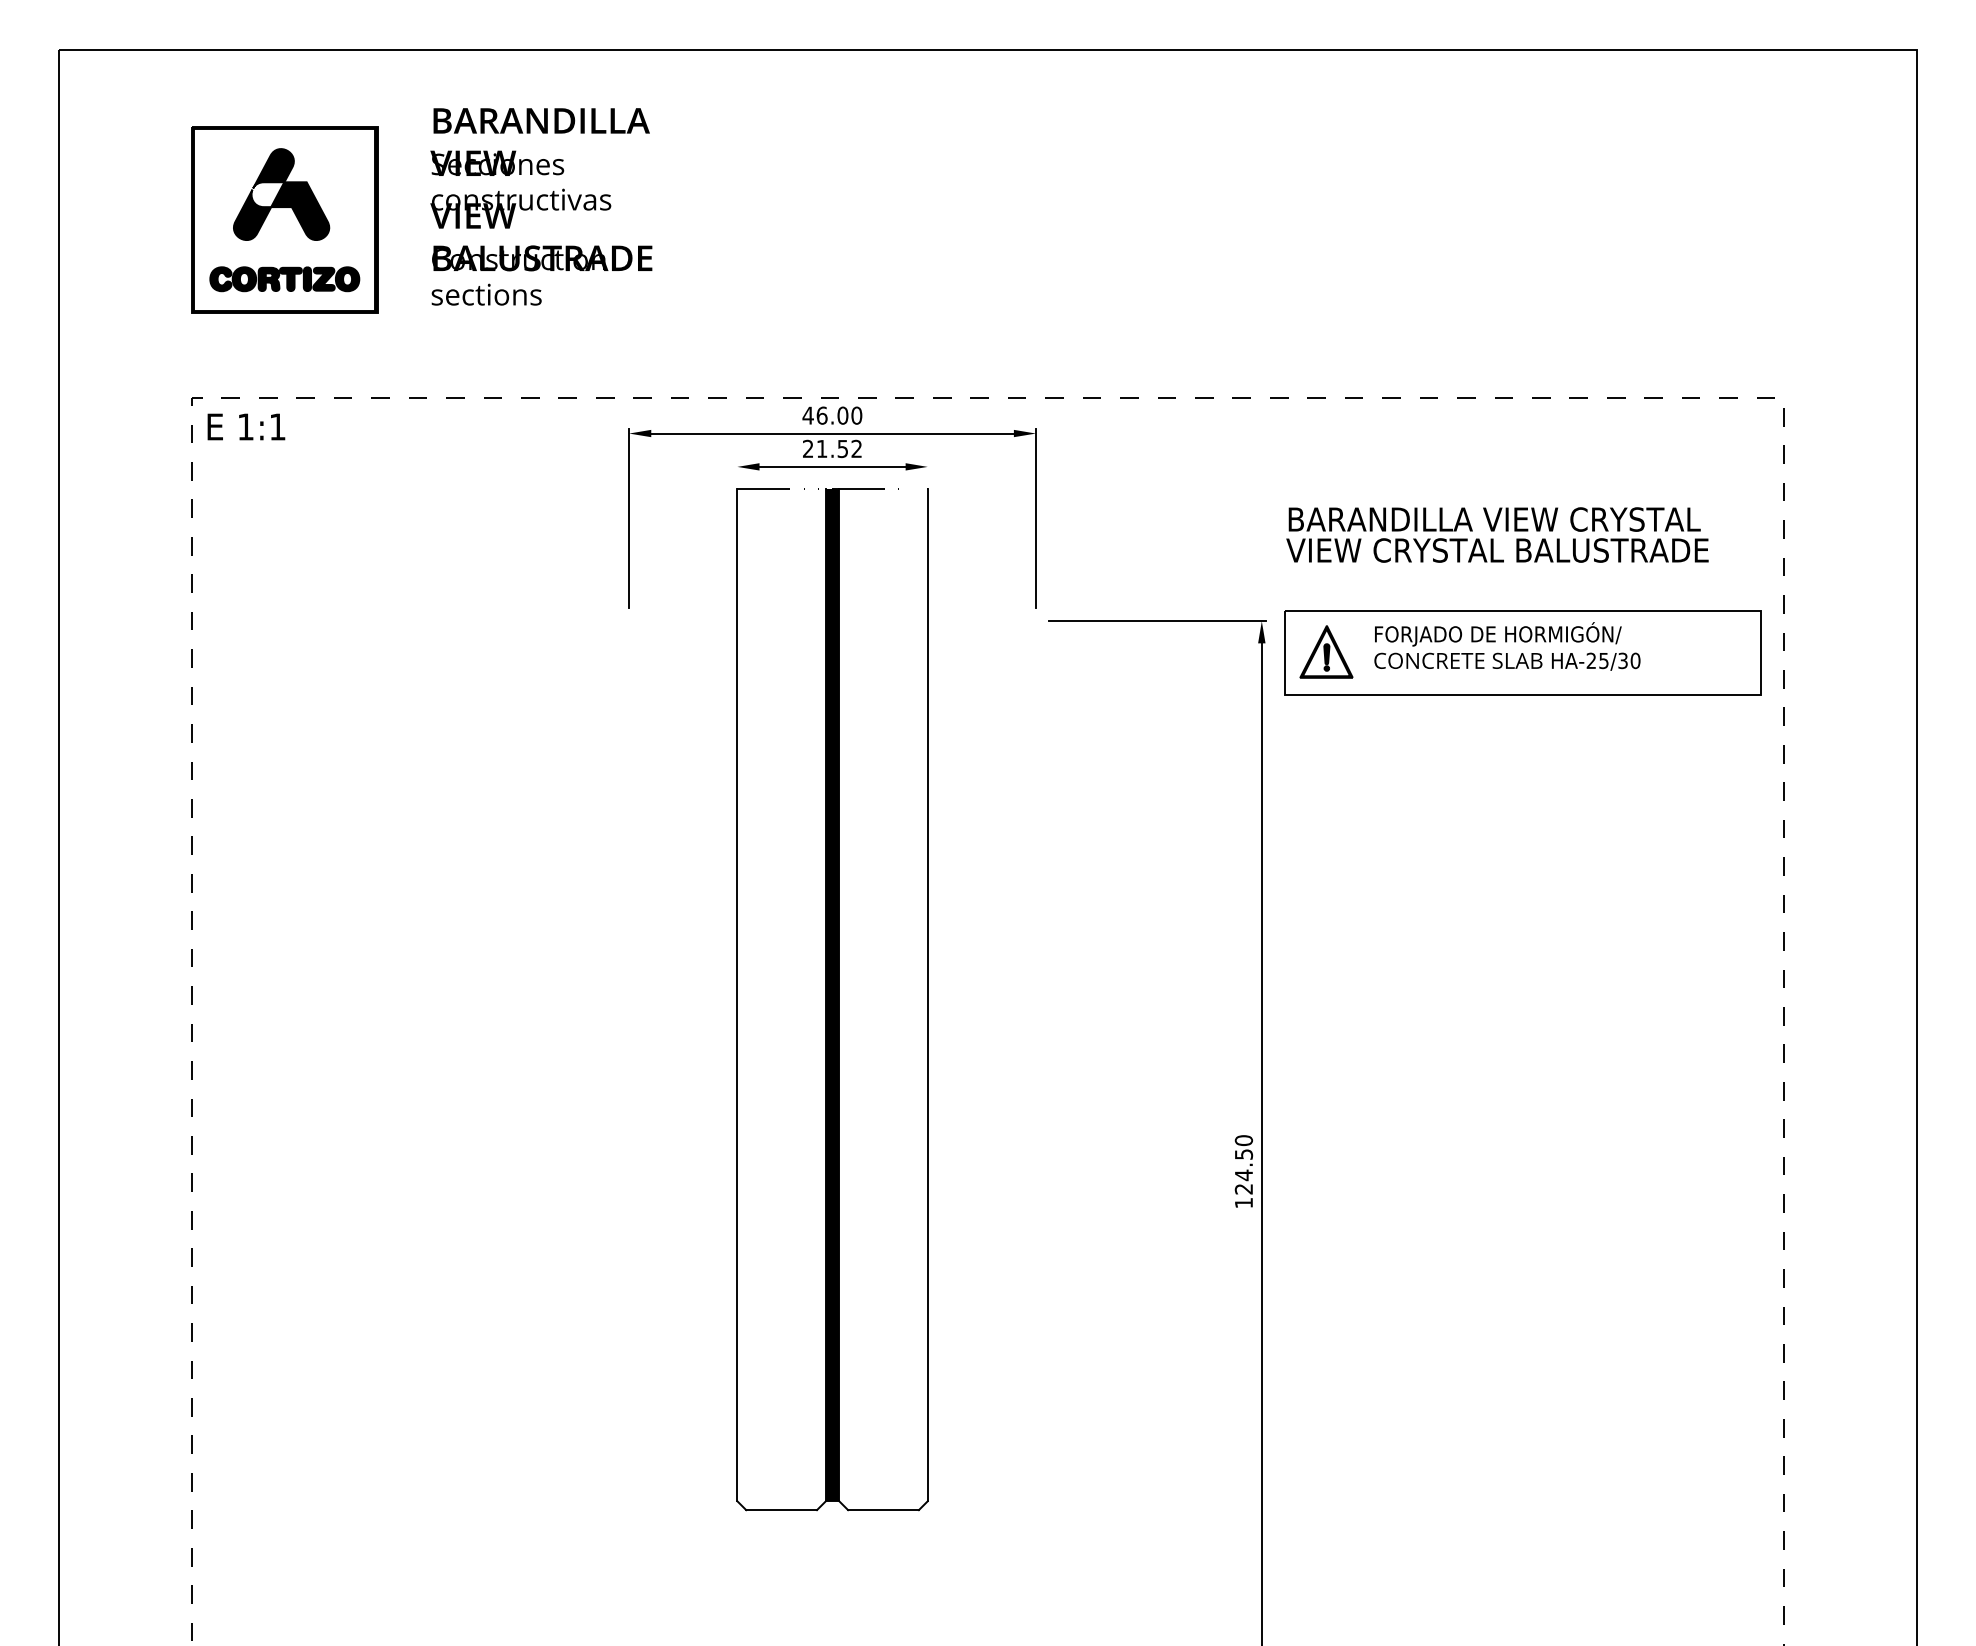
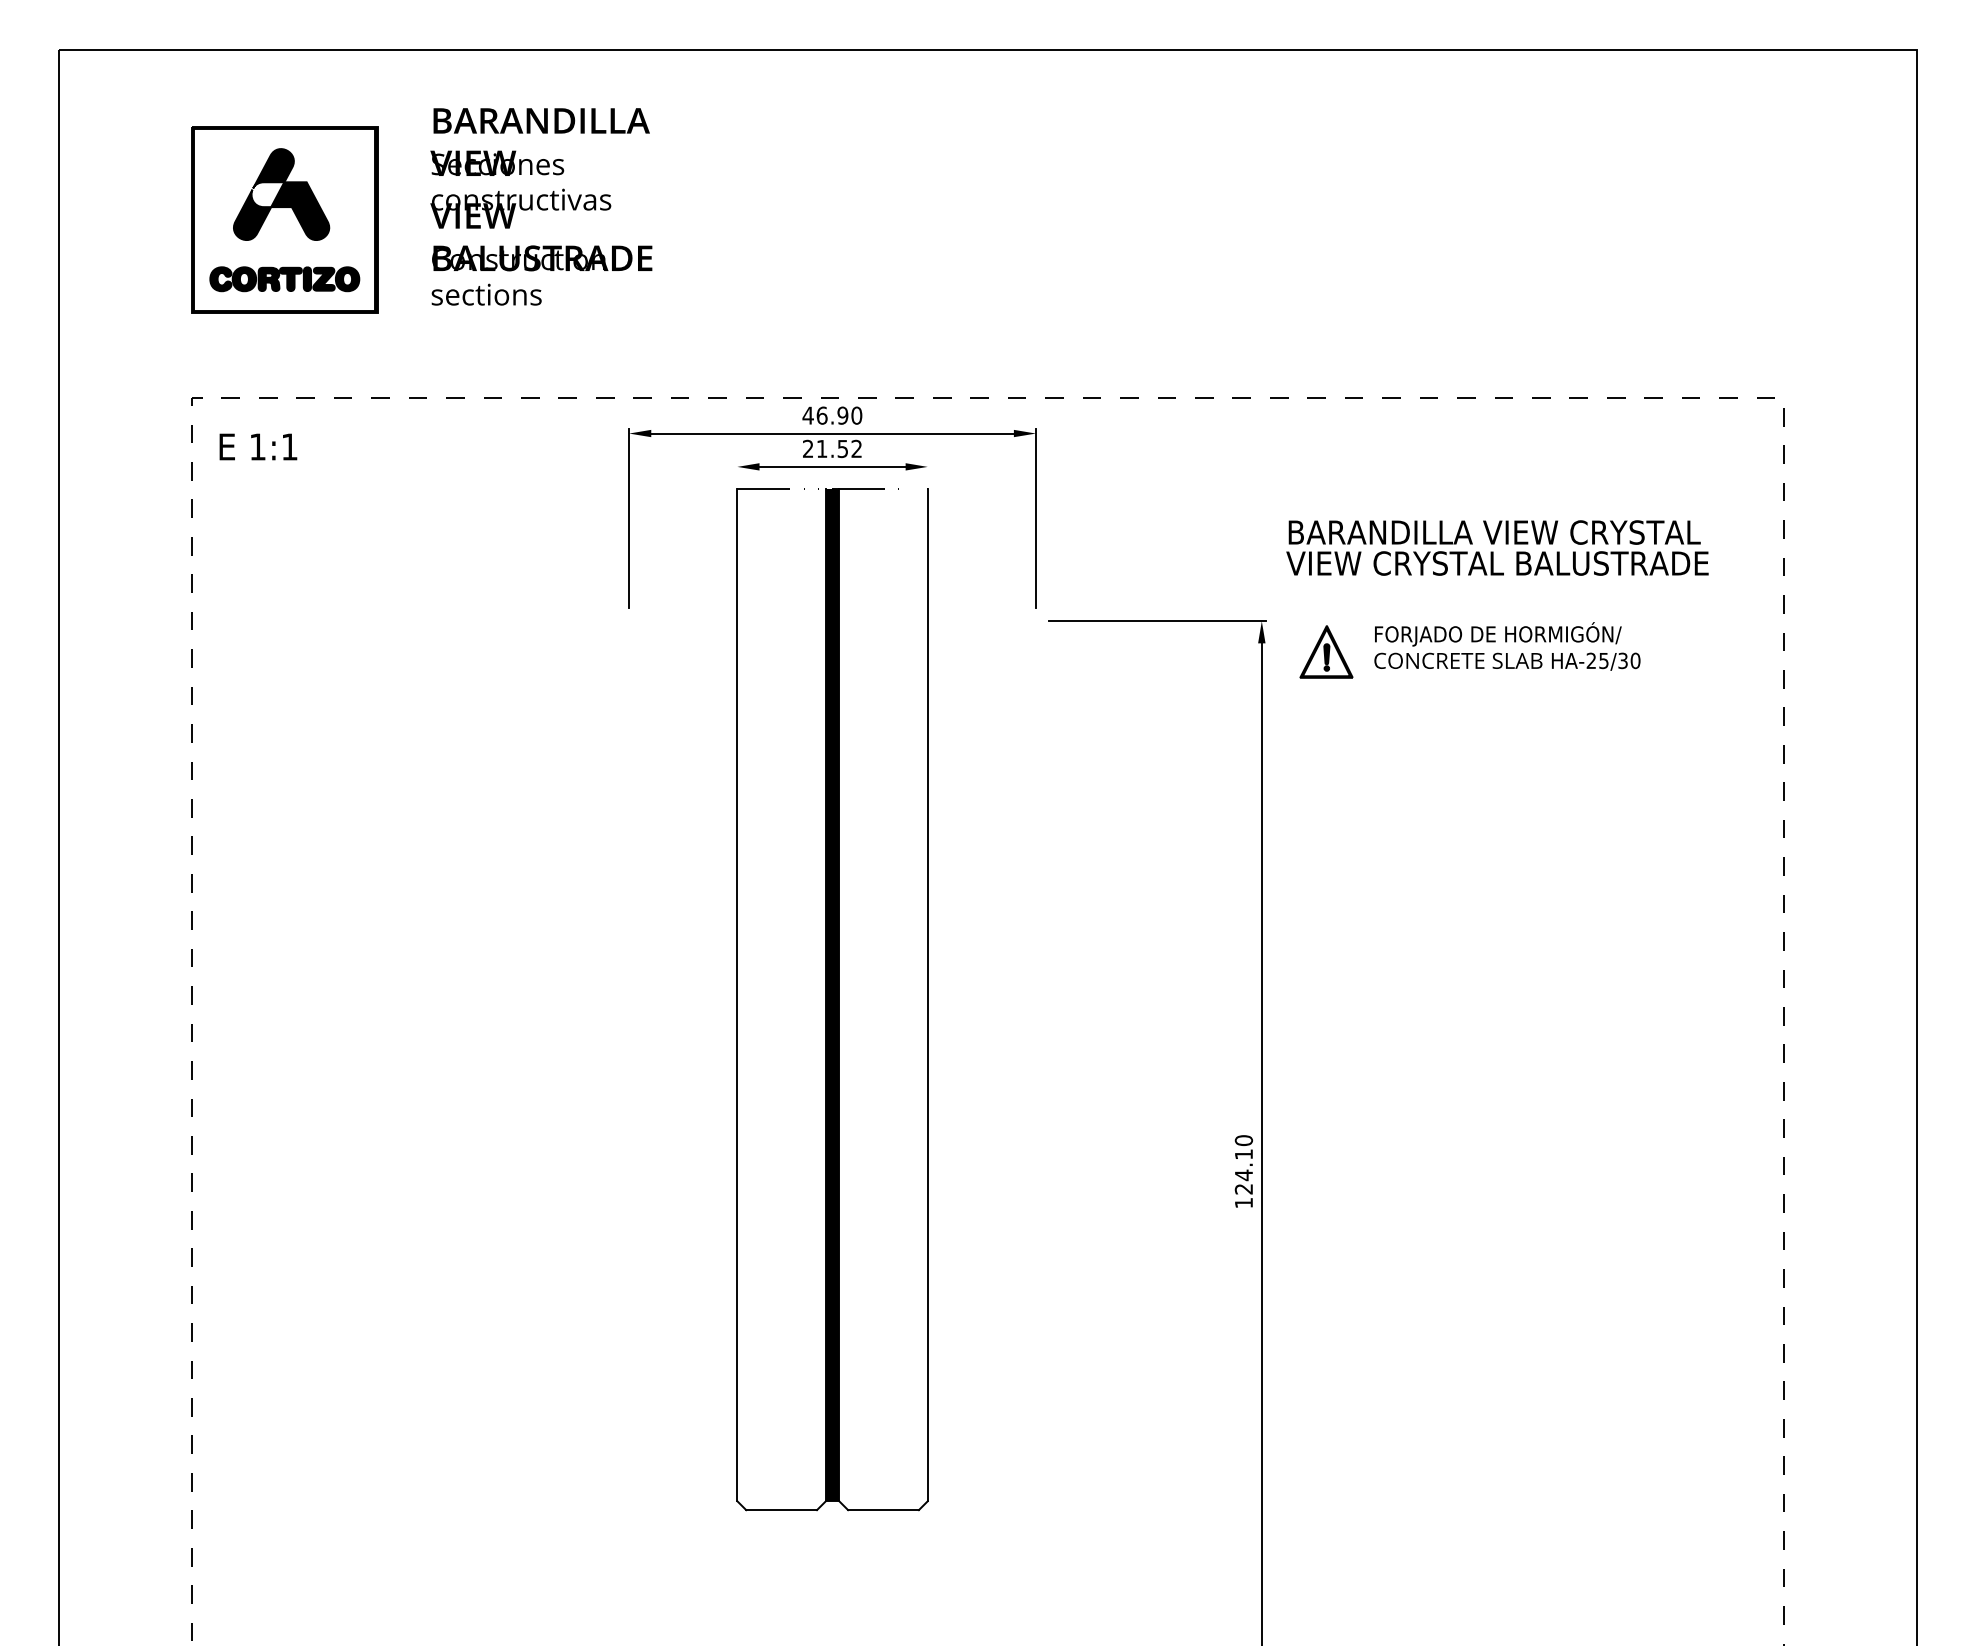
text at (842, 415): 46.00 -> 46.90
text at (246, 426) position: (246, 426) -> (258, 446)
text at (1497, 534) position: (1497, 534) -> (1497, 547)
part at (1522, 652): present -> none
text at (1244, 1154): 124.50 -> 124.10
